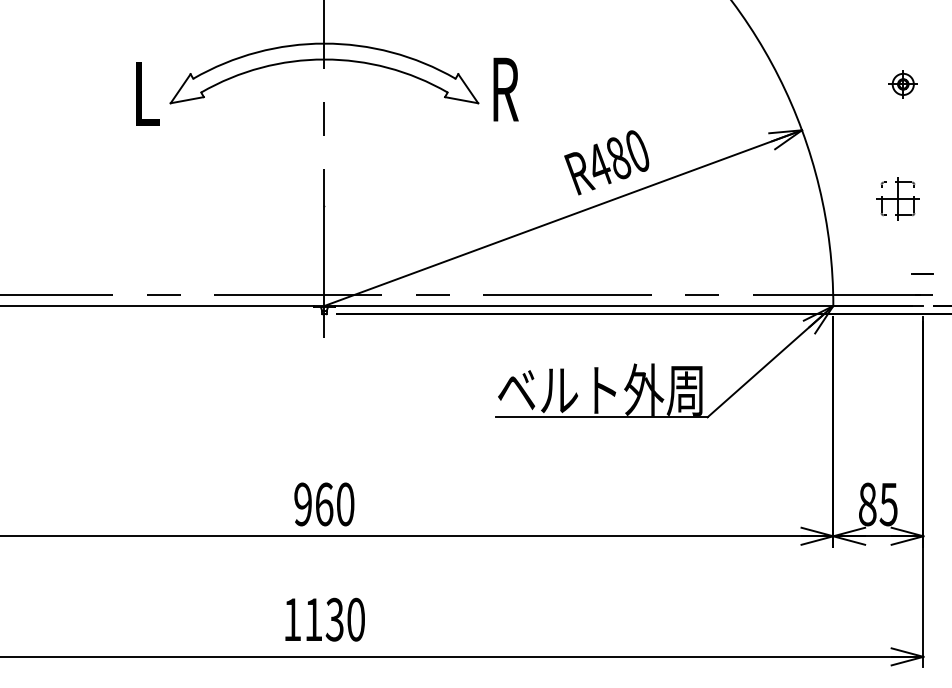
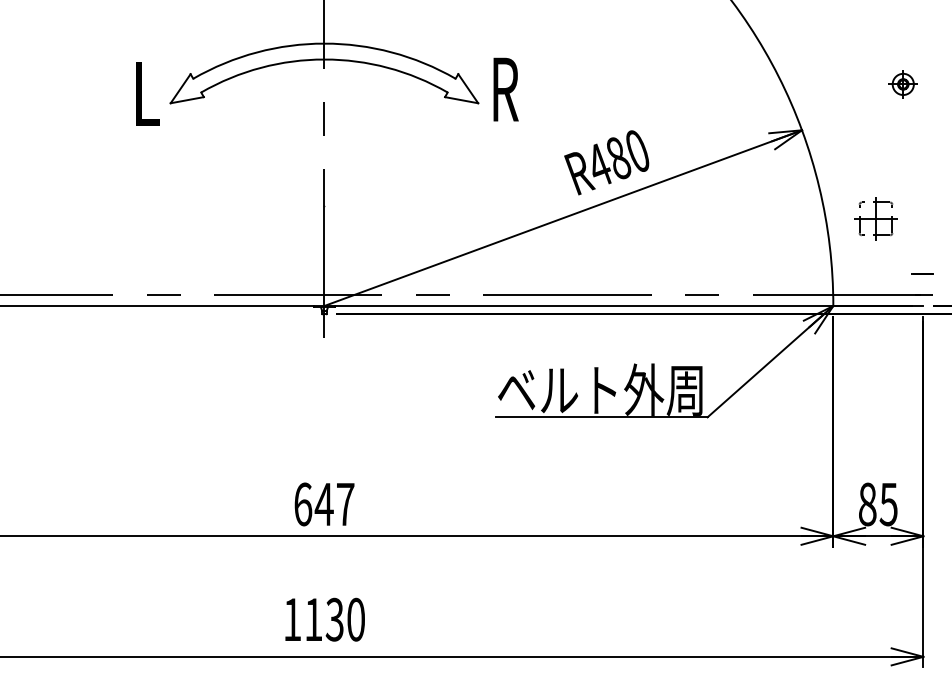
part at (897, 198) position: (897, 198) -> (875, 218)
text at (324, 504): 960 -> 647
